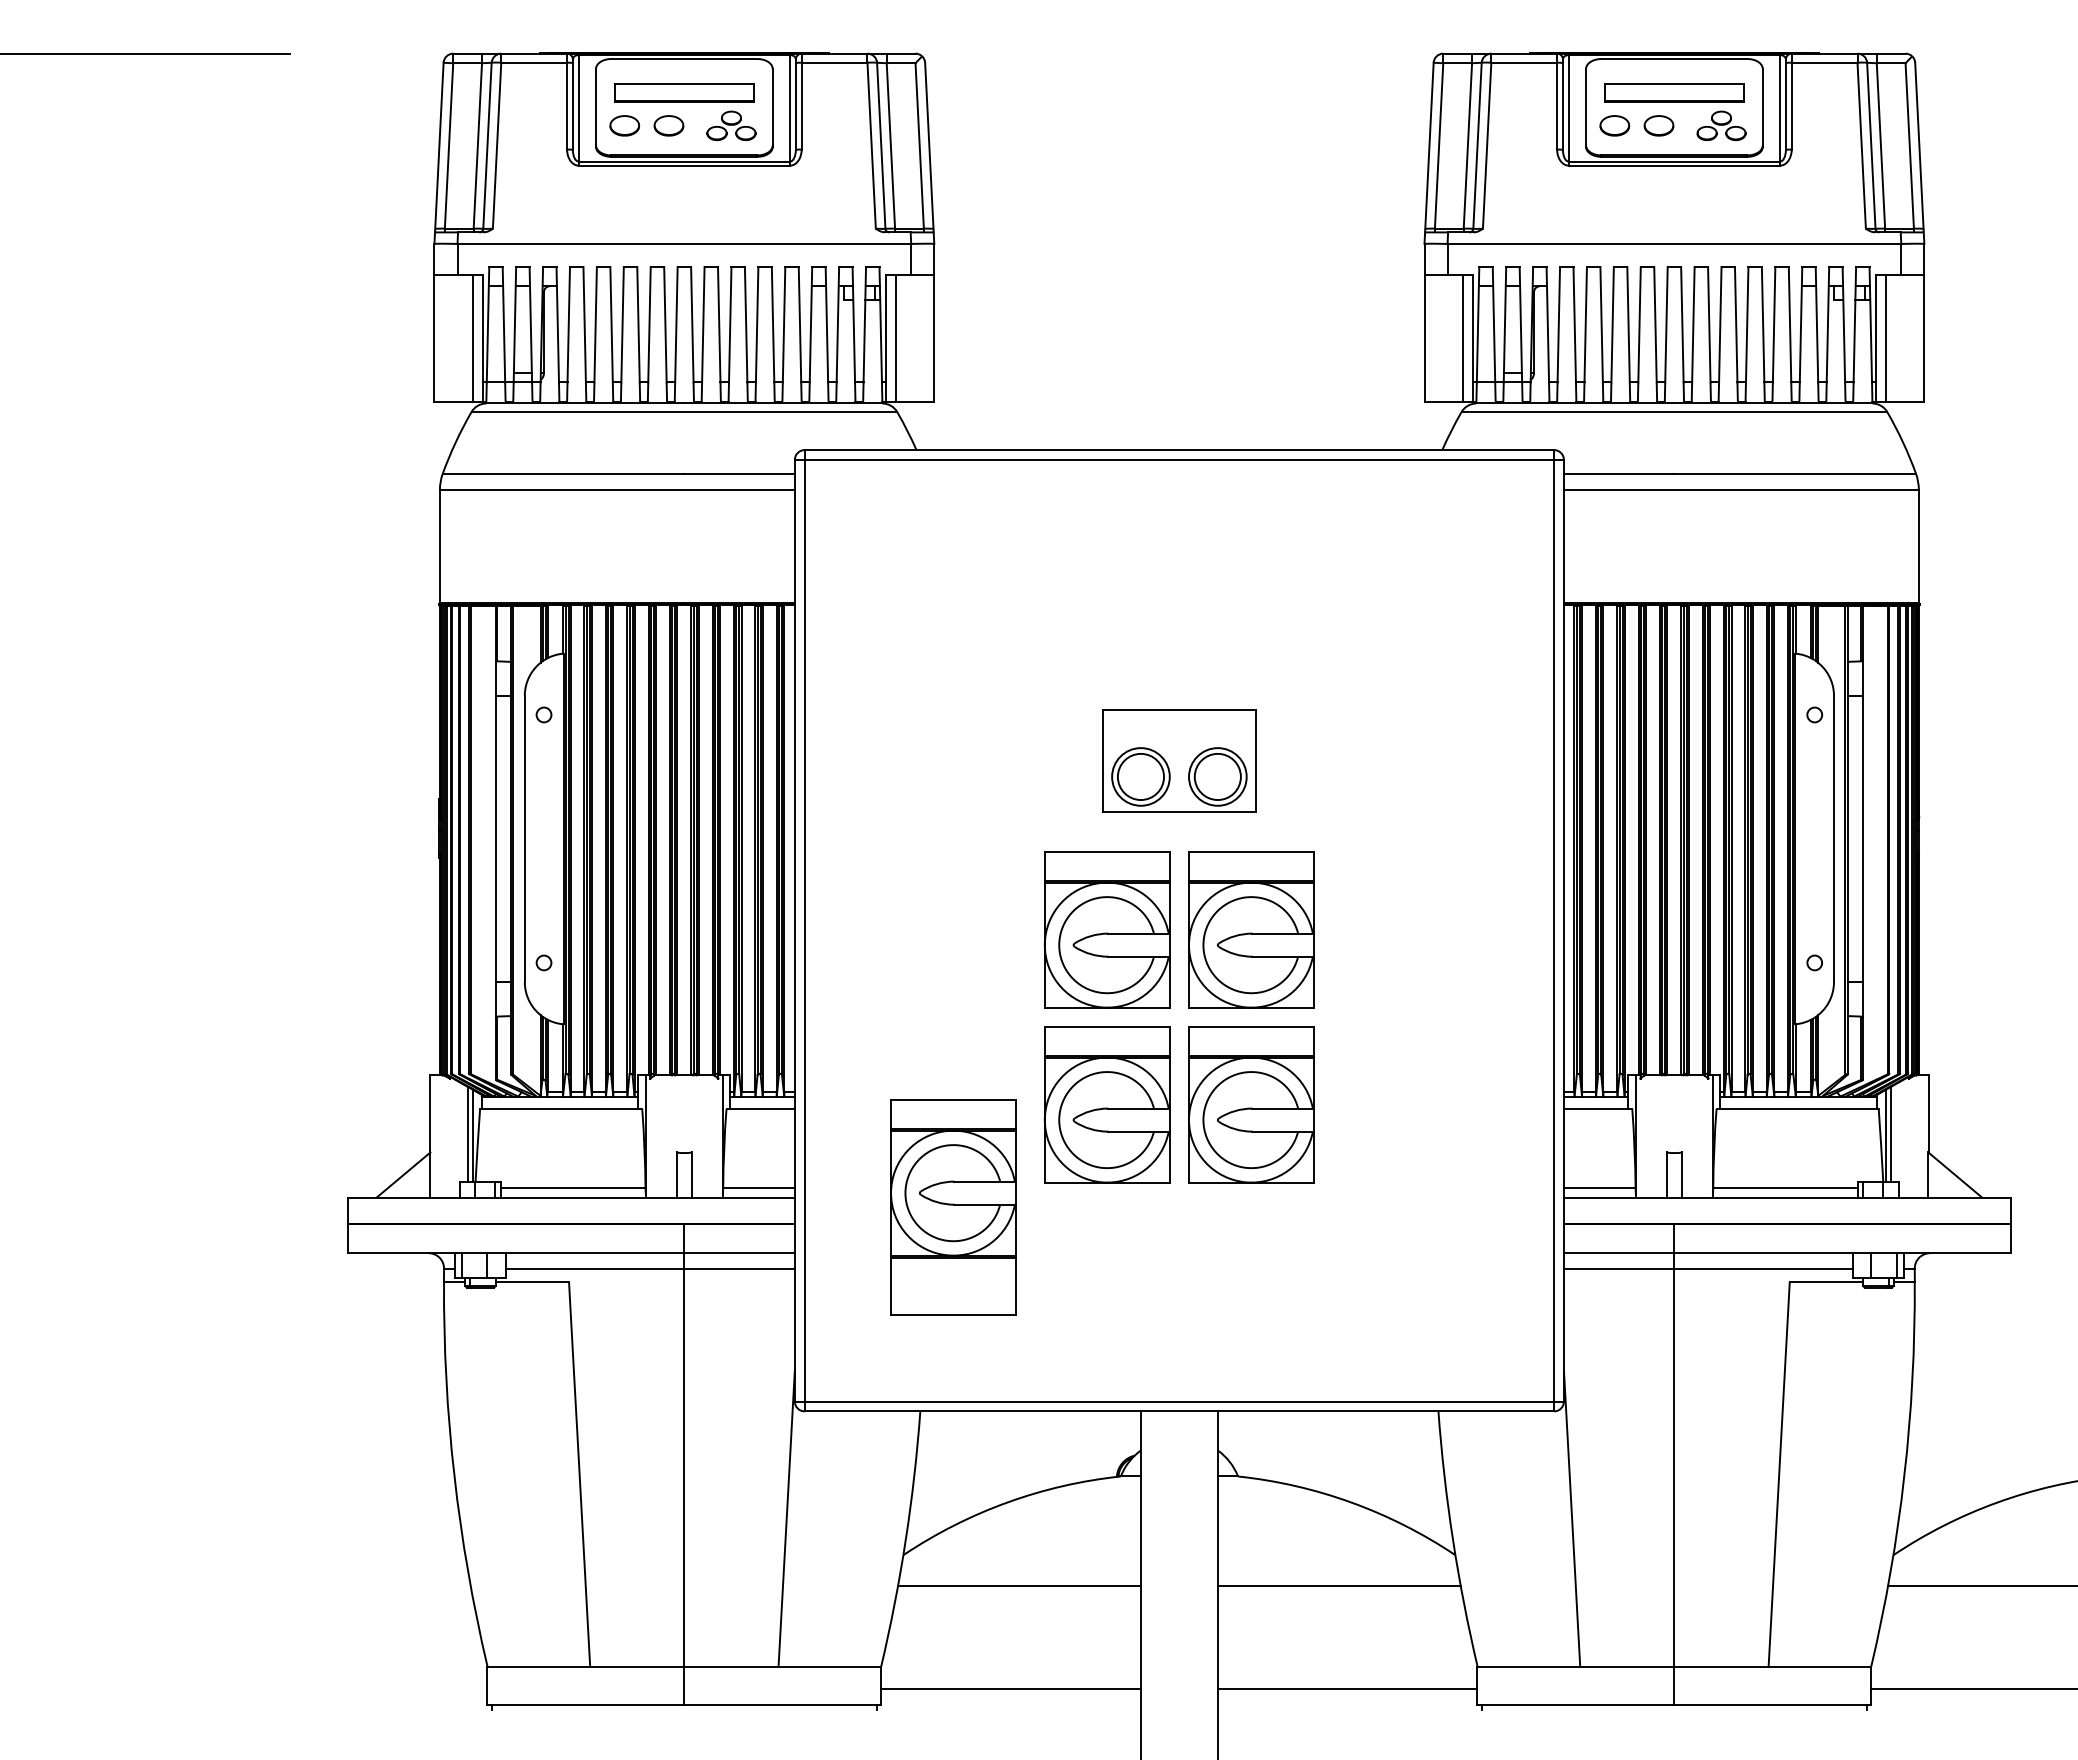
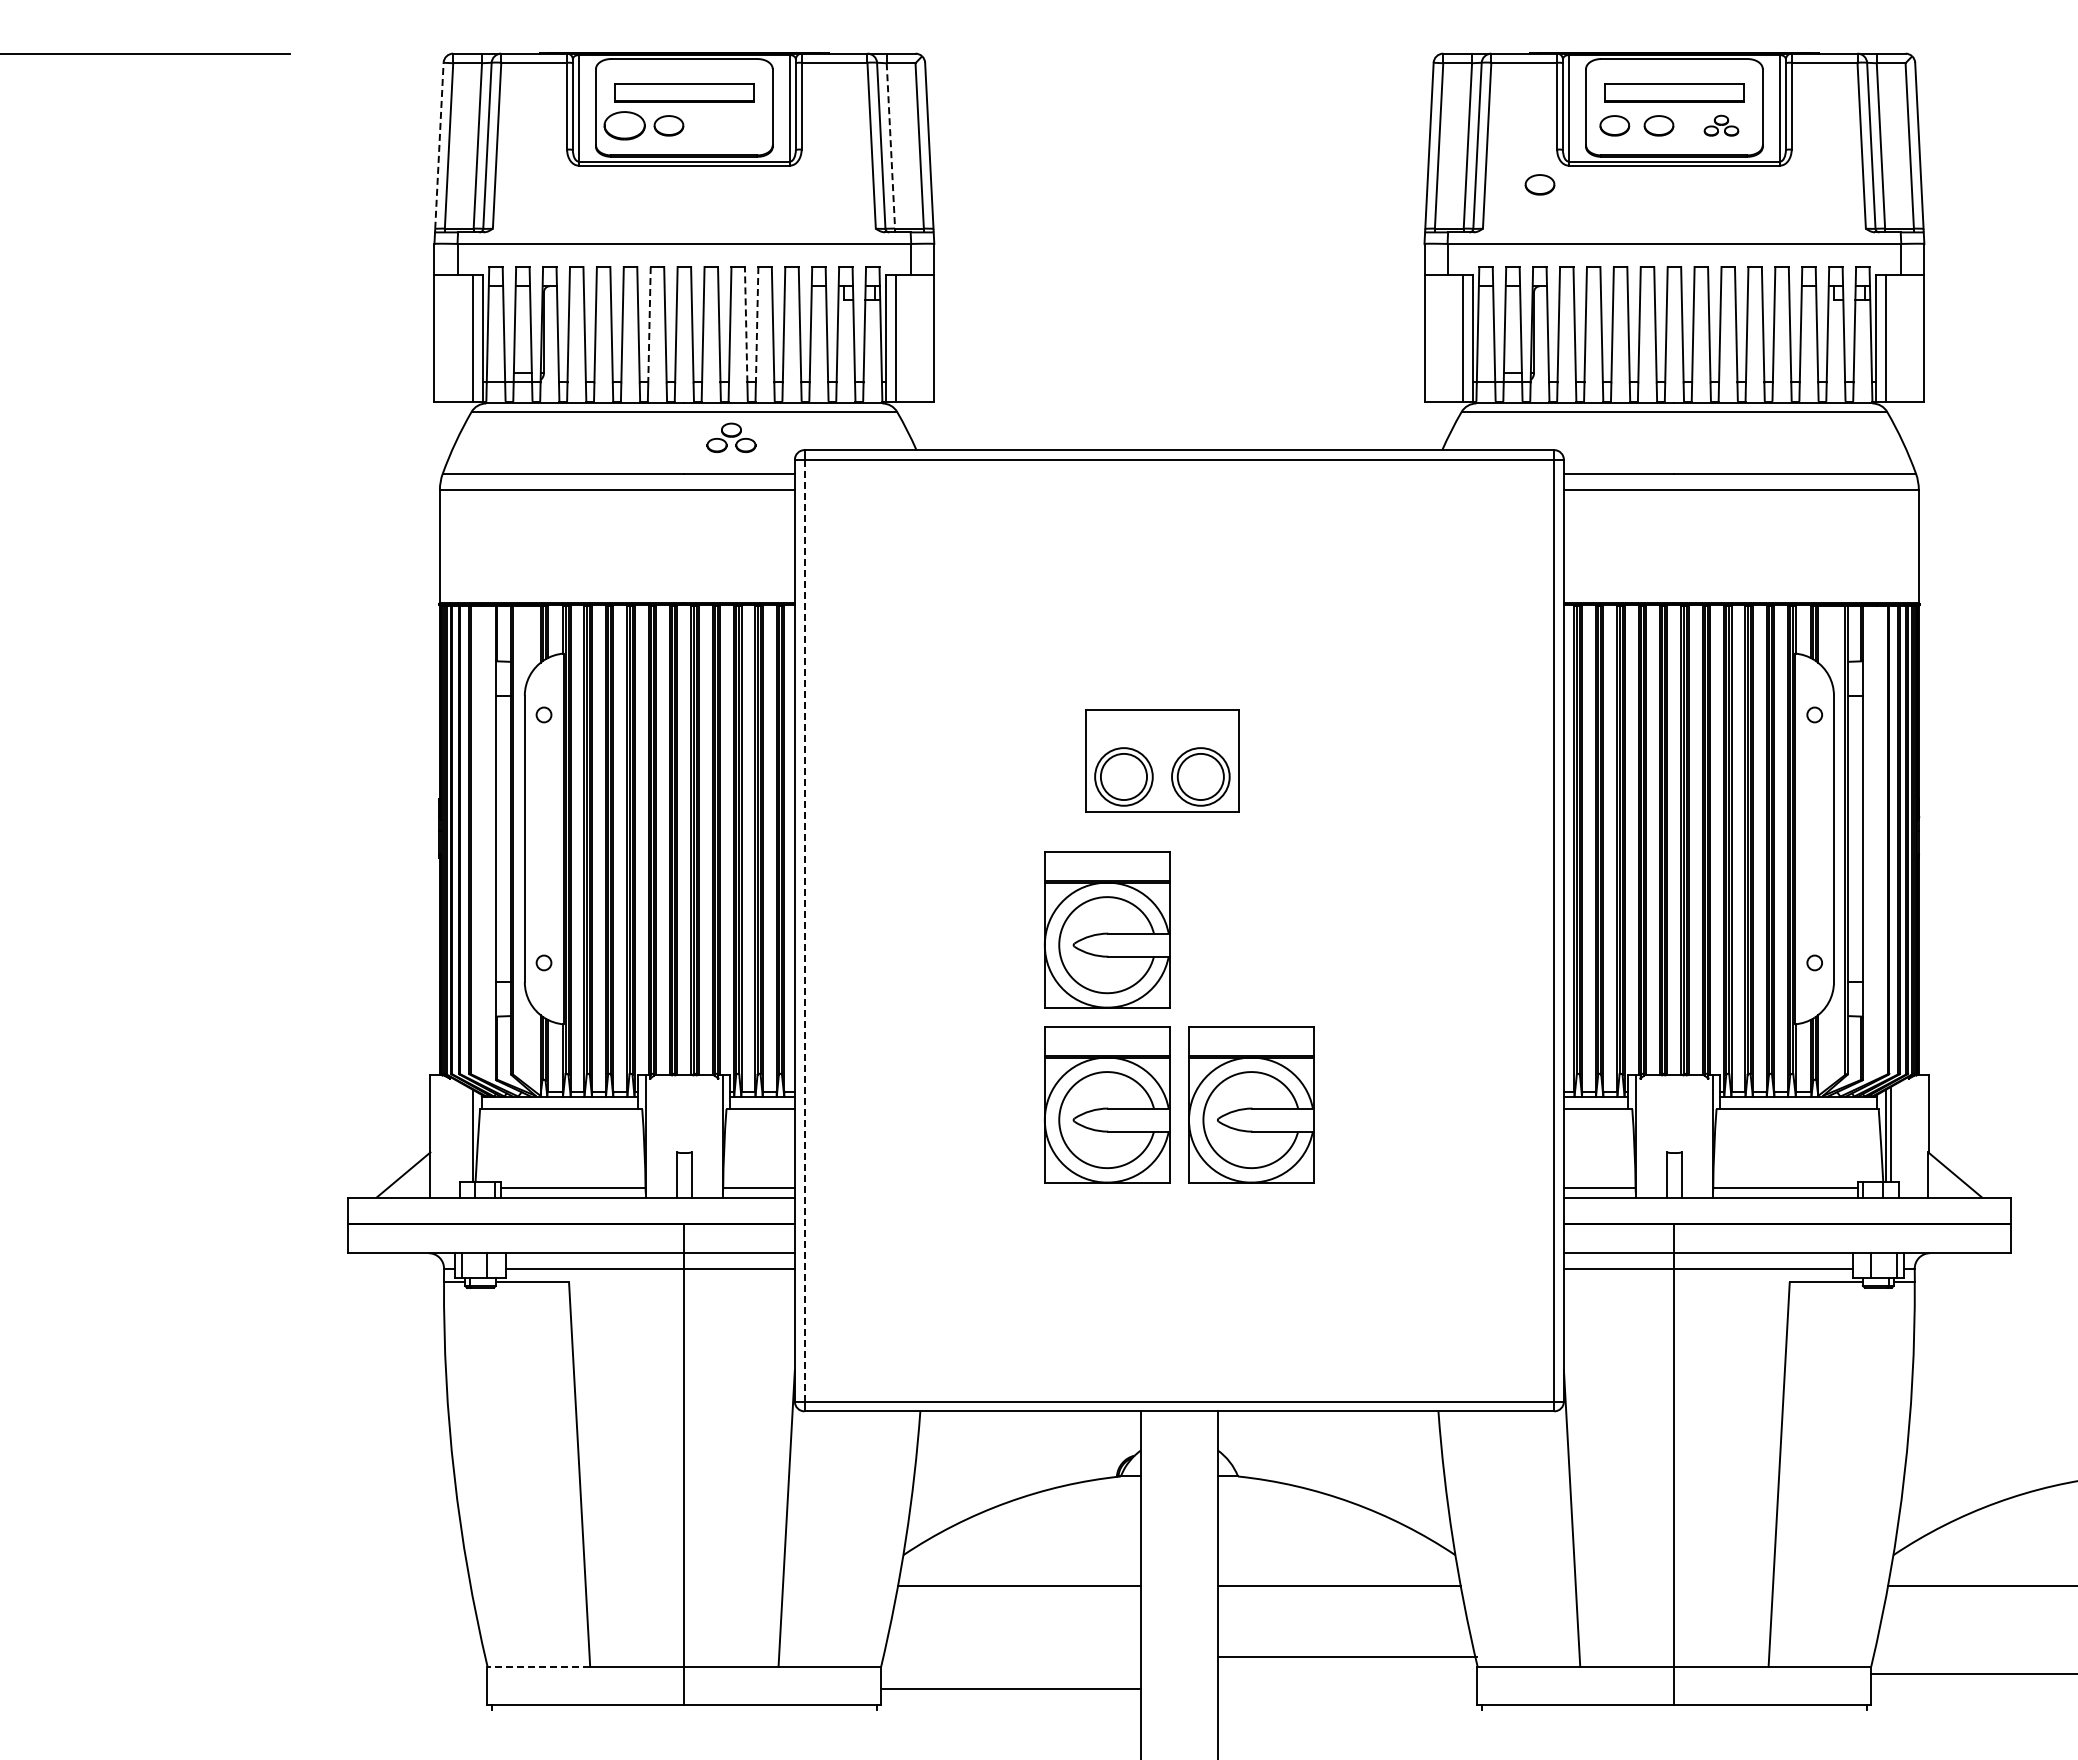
part at (624, 125) size: 32x22 px -> 43x30 px
part at (731, 125) position: (731, 125) -> (731, 437)
part at (1721, 125) size: 51x31 px -> 37x23 px
line at (439, 145): solid -> dashed
line at (890, 145): solid -> dashed
part at (1539, 184): none -> present
line at (649, 324): solid -> dashed
line at (746, 324): solid -> dashed
line at (757, 324): solid -> dashed
part at (1179, 760) position: (1179, 760) -> (1162, 760)
part at (1251, 929): present -> none
line at (804, 930): solid -> dashed
line at (468, 1134): present -> none
part at (953, 1207): present -> none
line at (538, 1666): solid -> dashed
line at (1347, 1689) position: (1347, 1689) -> (1347, 1657)
line at (1972, 1689) position: (1972, 1689) -> (1972, 1674)
